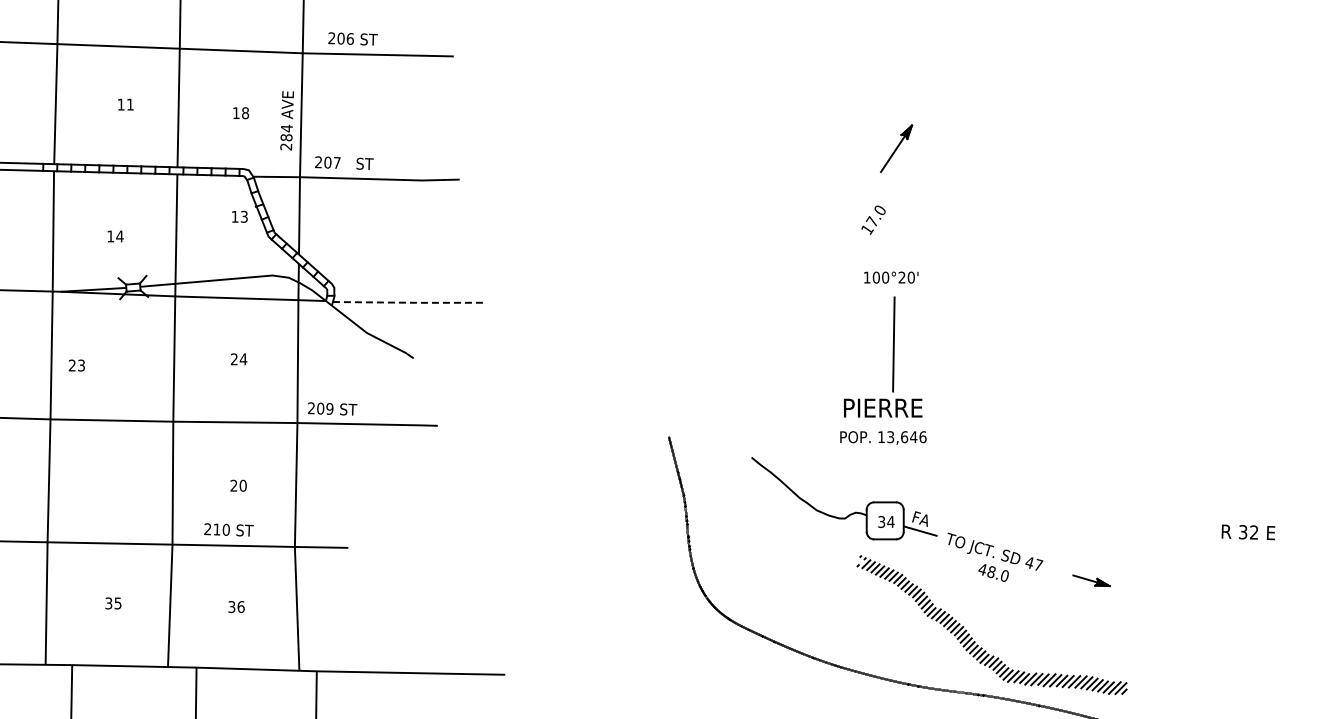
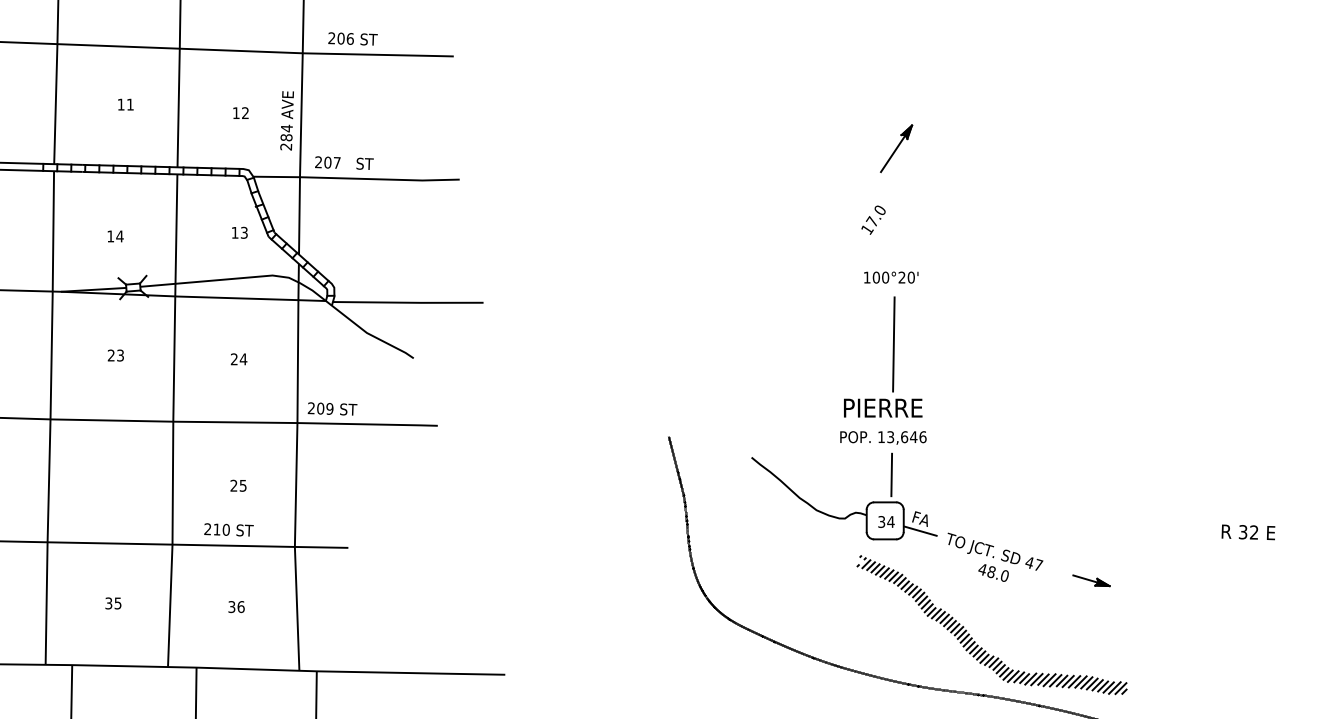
text at (245, 113): 18 -> 12
text at (239, 216) position: (239, 216) -> (239, 232)
line at (409, 302): dashed -> solid
text at (76, 365) position: (76, 365) -> (115, 355)
line at (891, 474): none -> present
text at (242, 485): 20 -> 25
